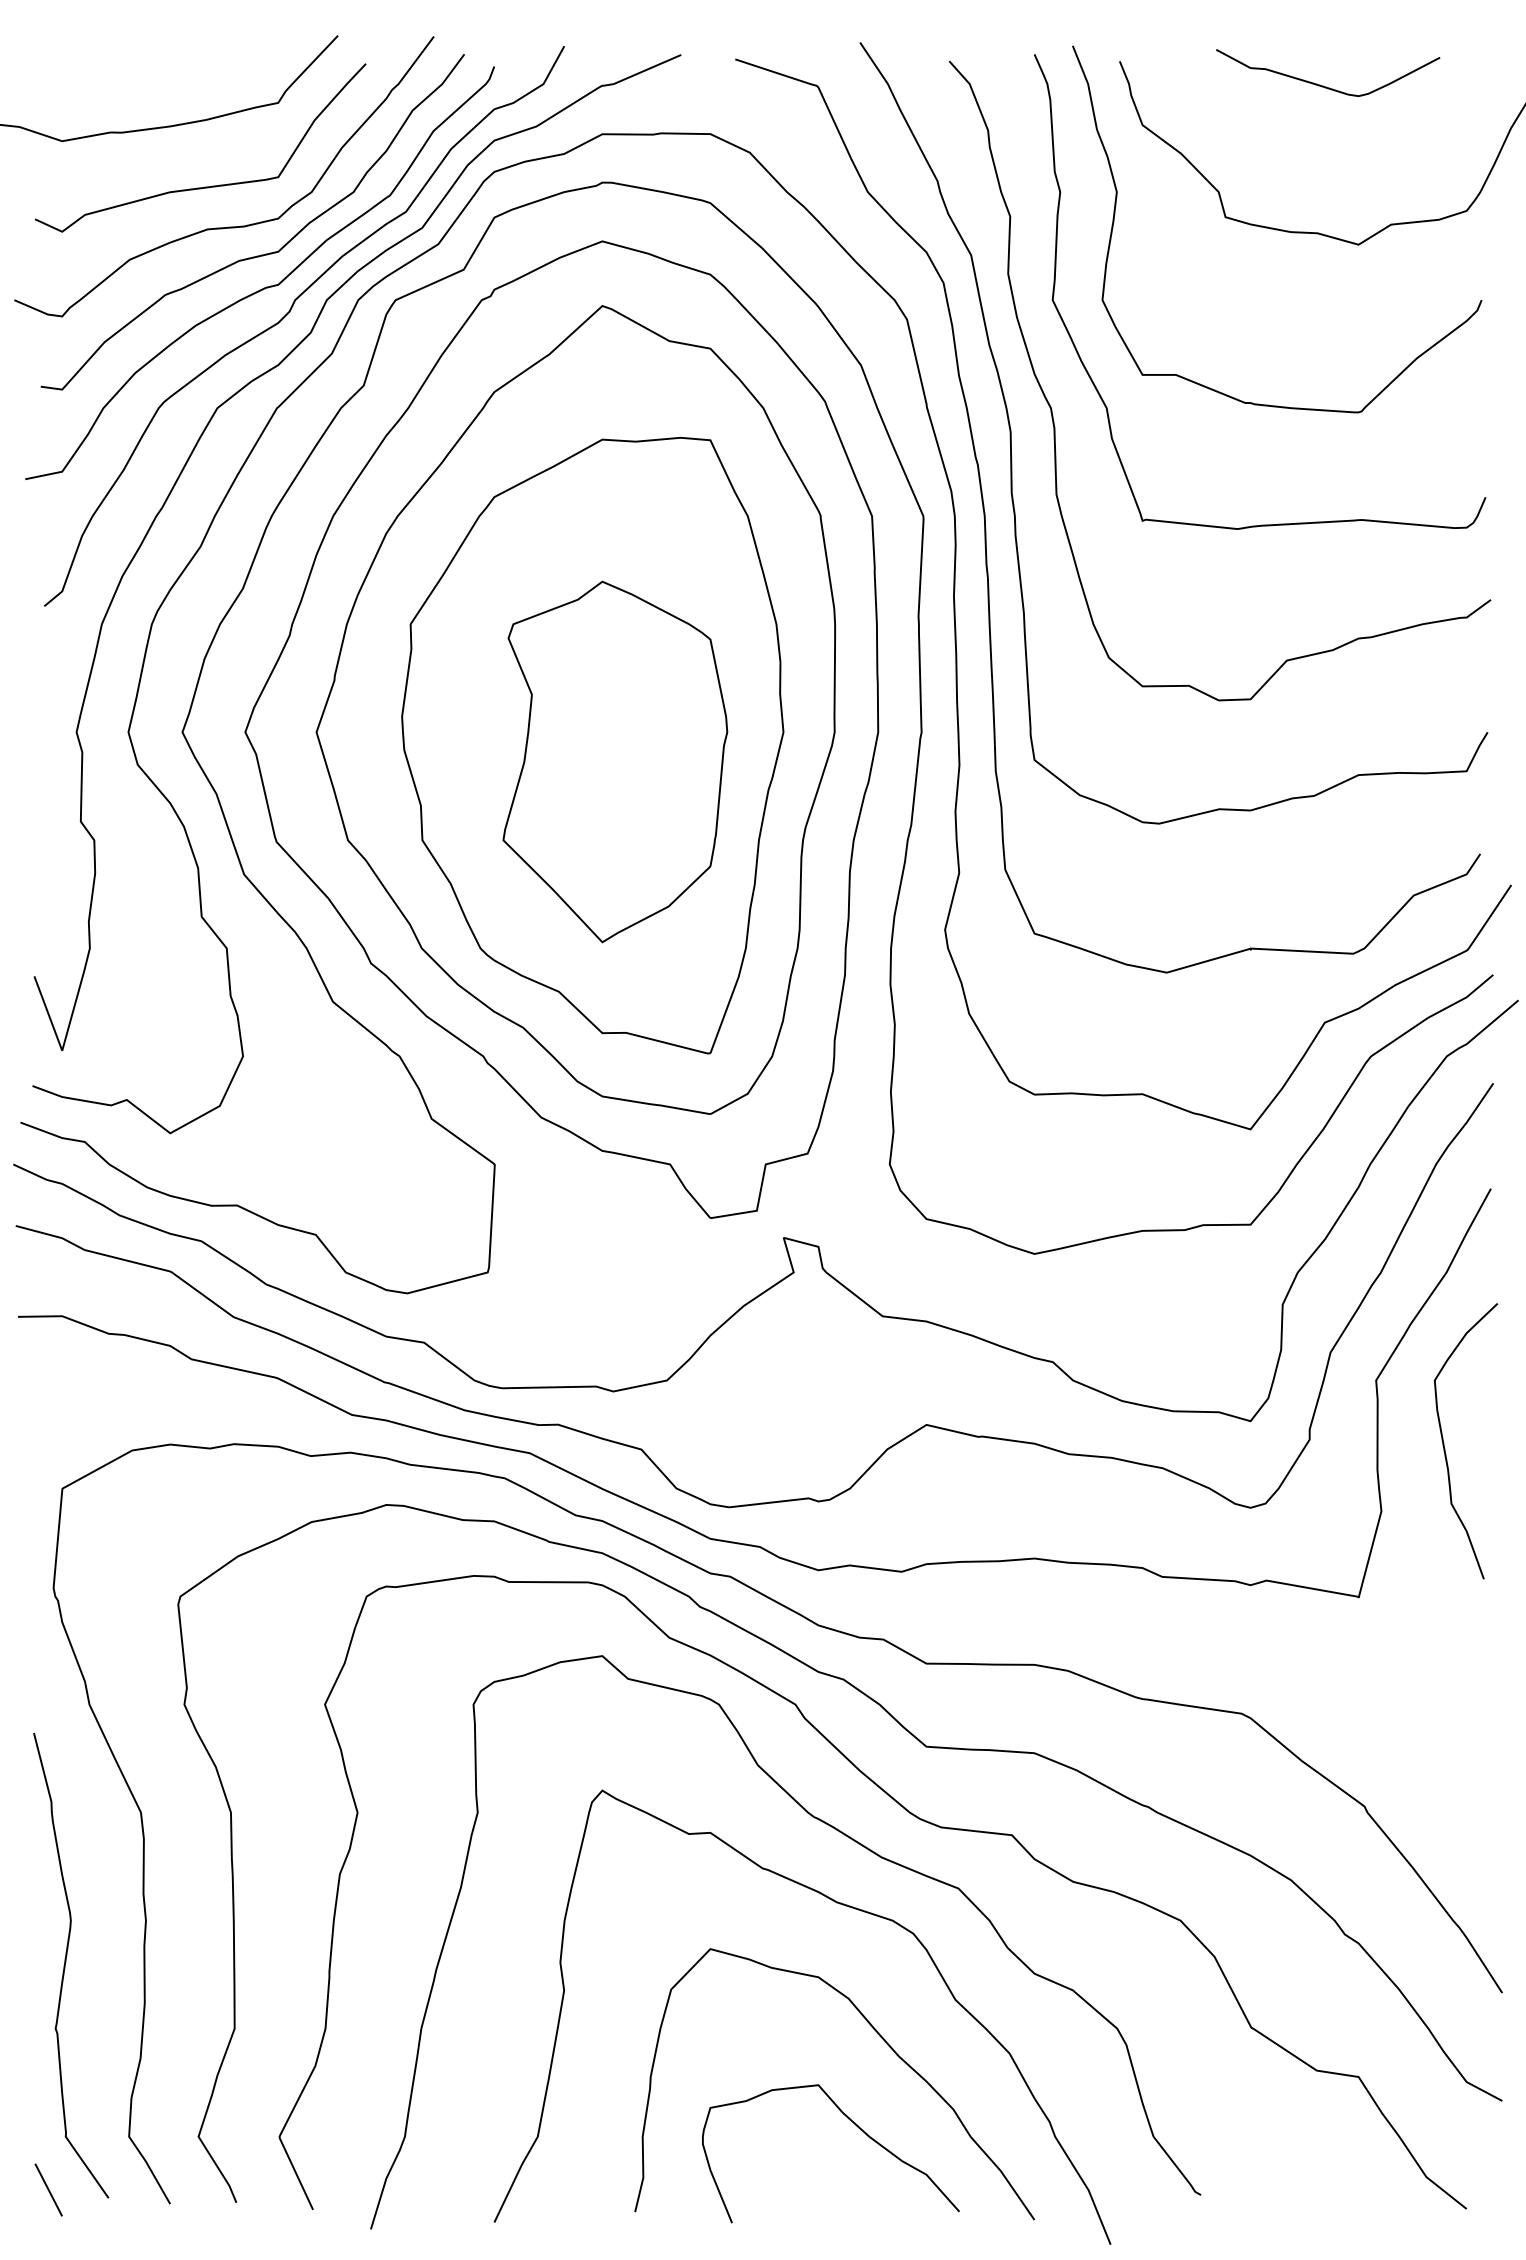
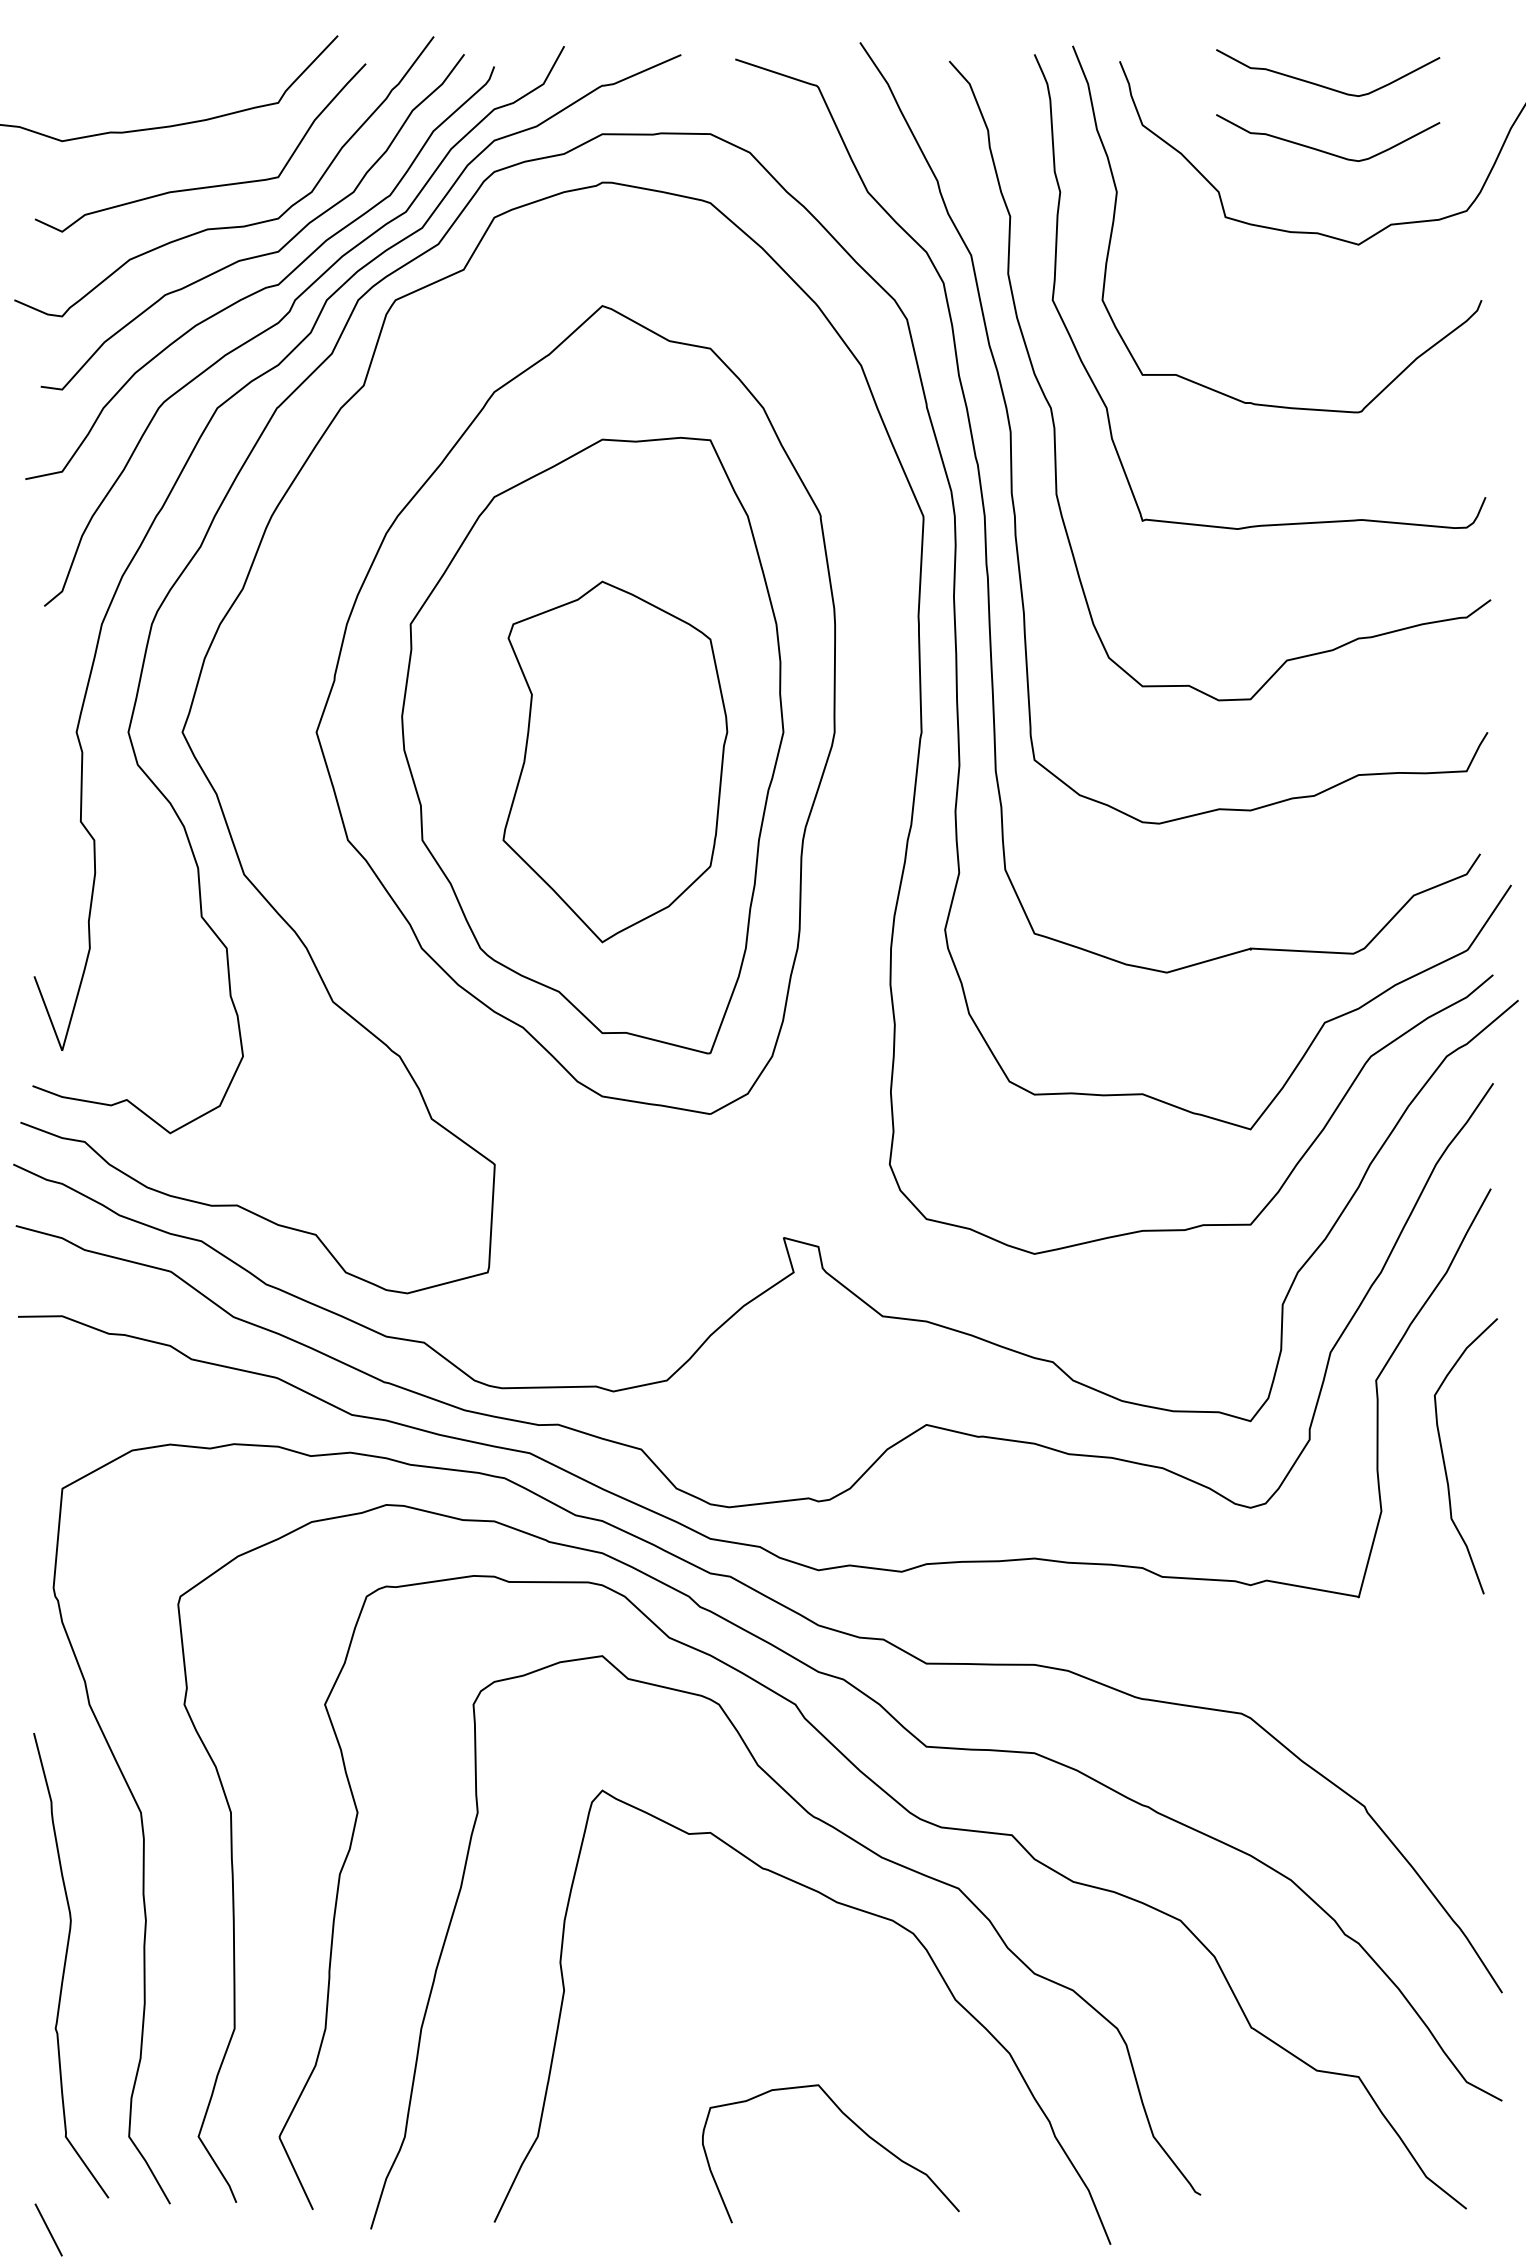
curve at (1323, 150): none -> present
part at (561, 729): present -> none
curve at (1444, 1443) position: (1444, 1443) -> (1444, 1458)
curve at (880, 2037): present -> none
line at (48, 2189) position: (48, 2189) -> (48, 2229)
